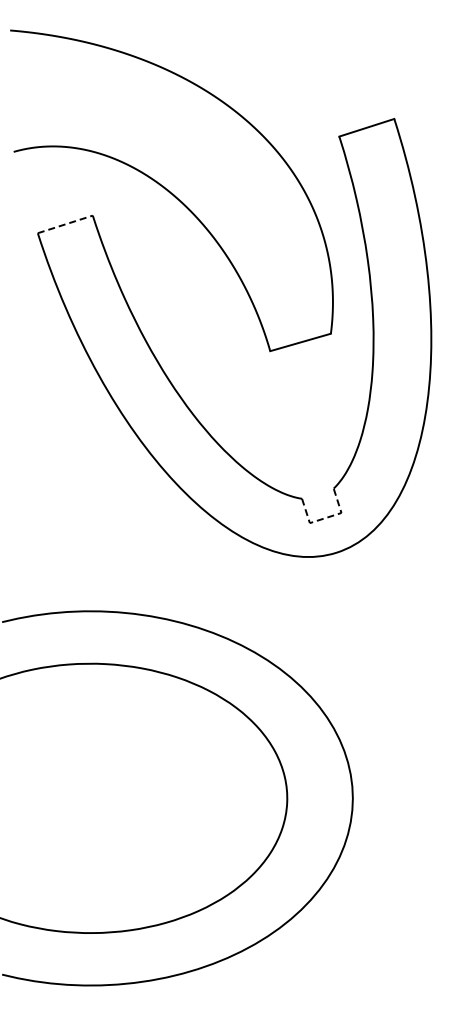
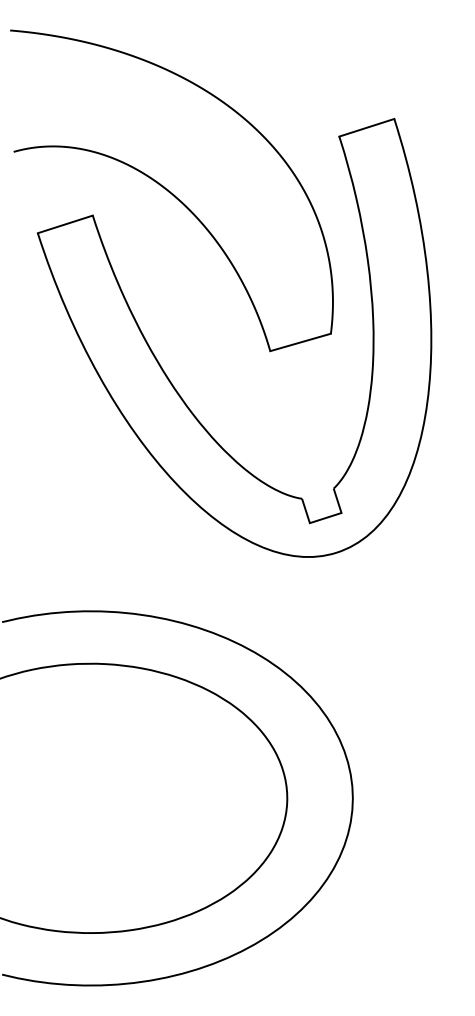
line at (65, 224): dashed -> solid
line at (325, 518): dashed -> solid
